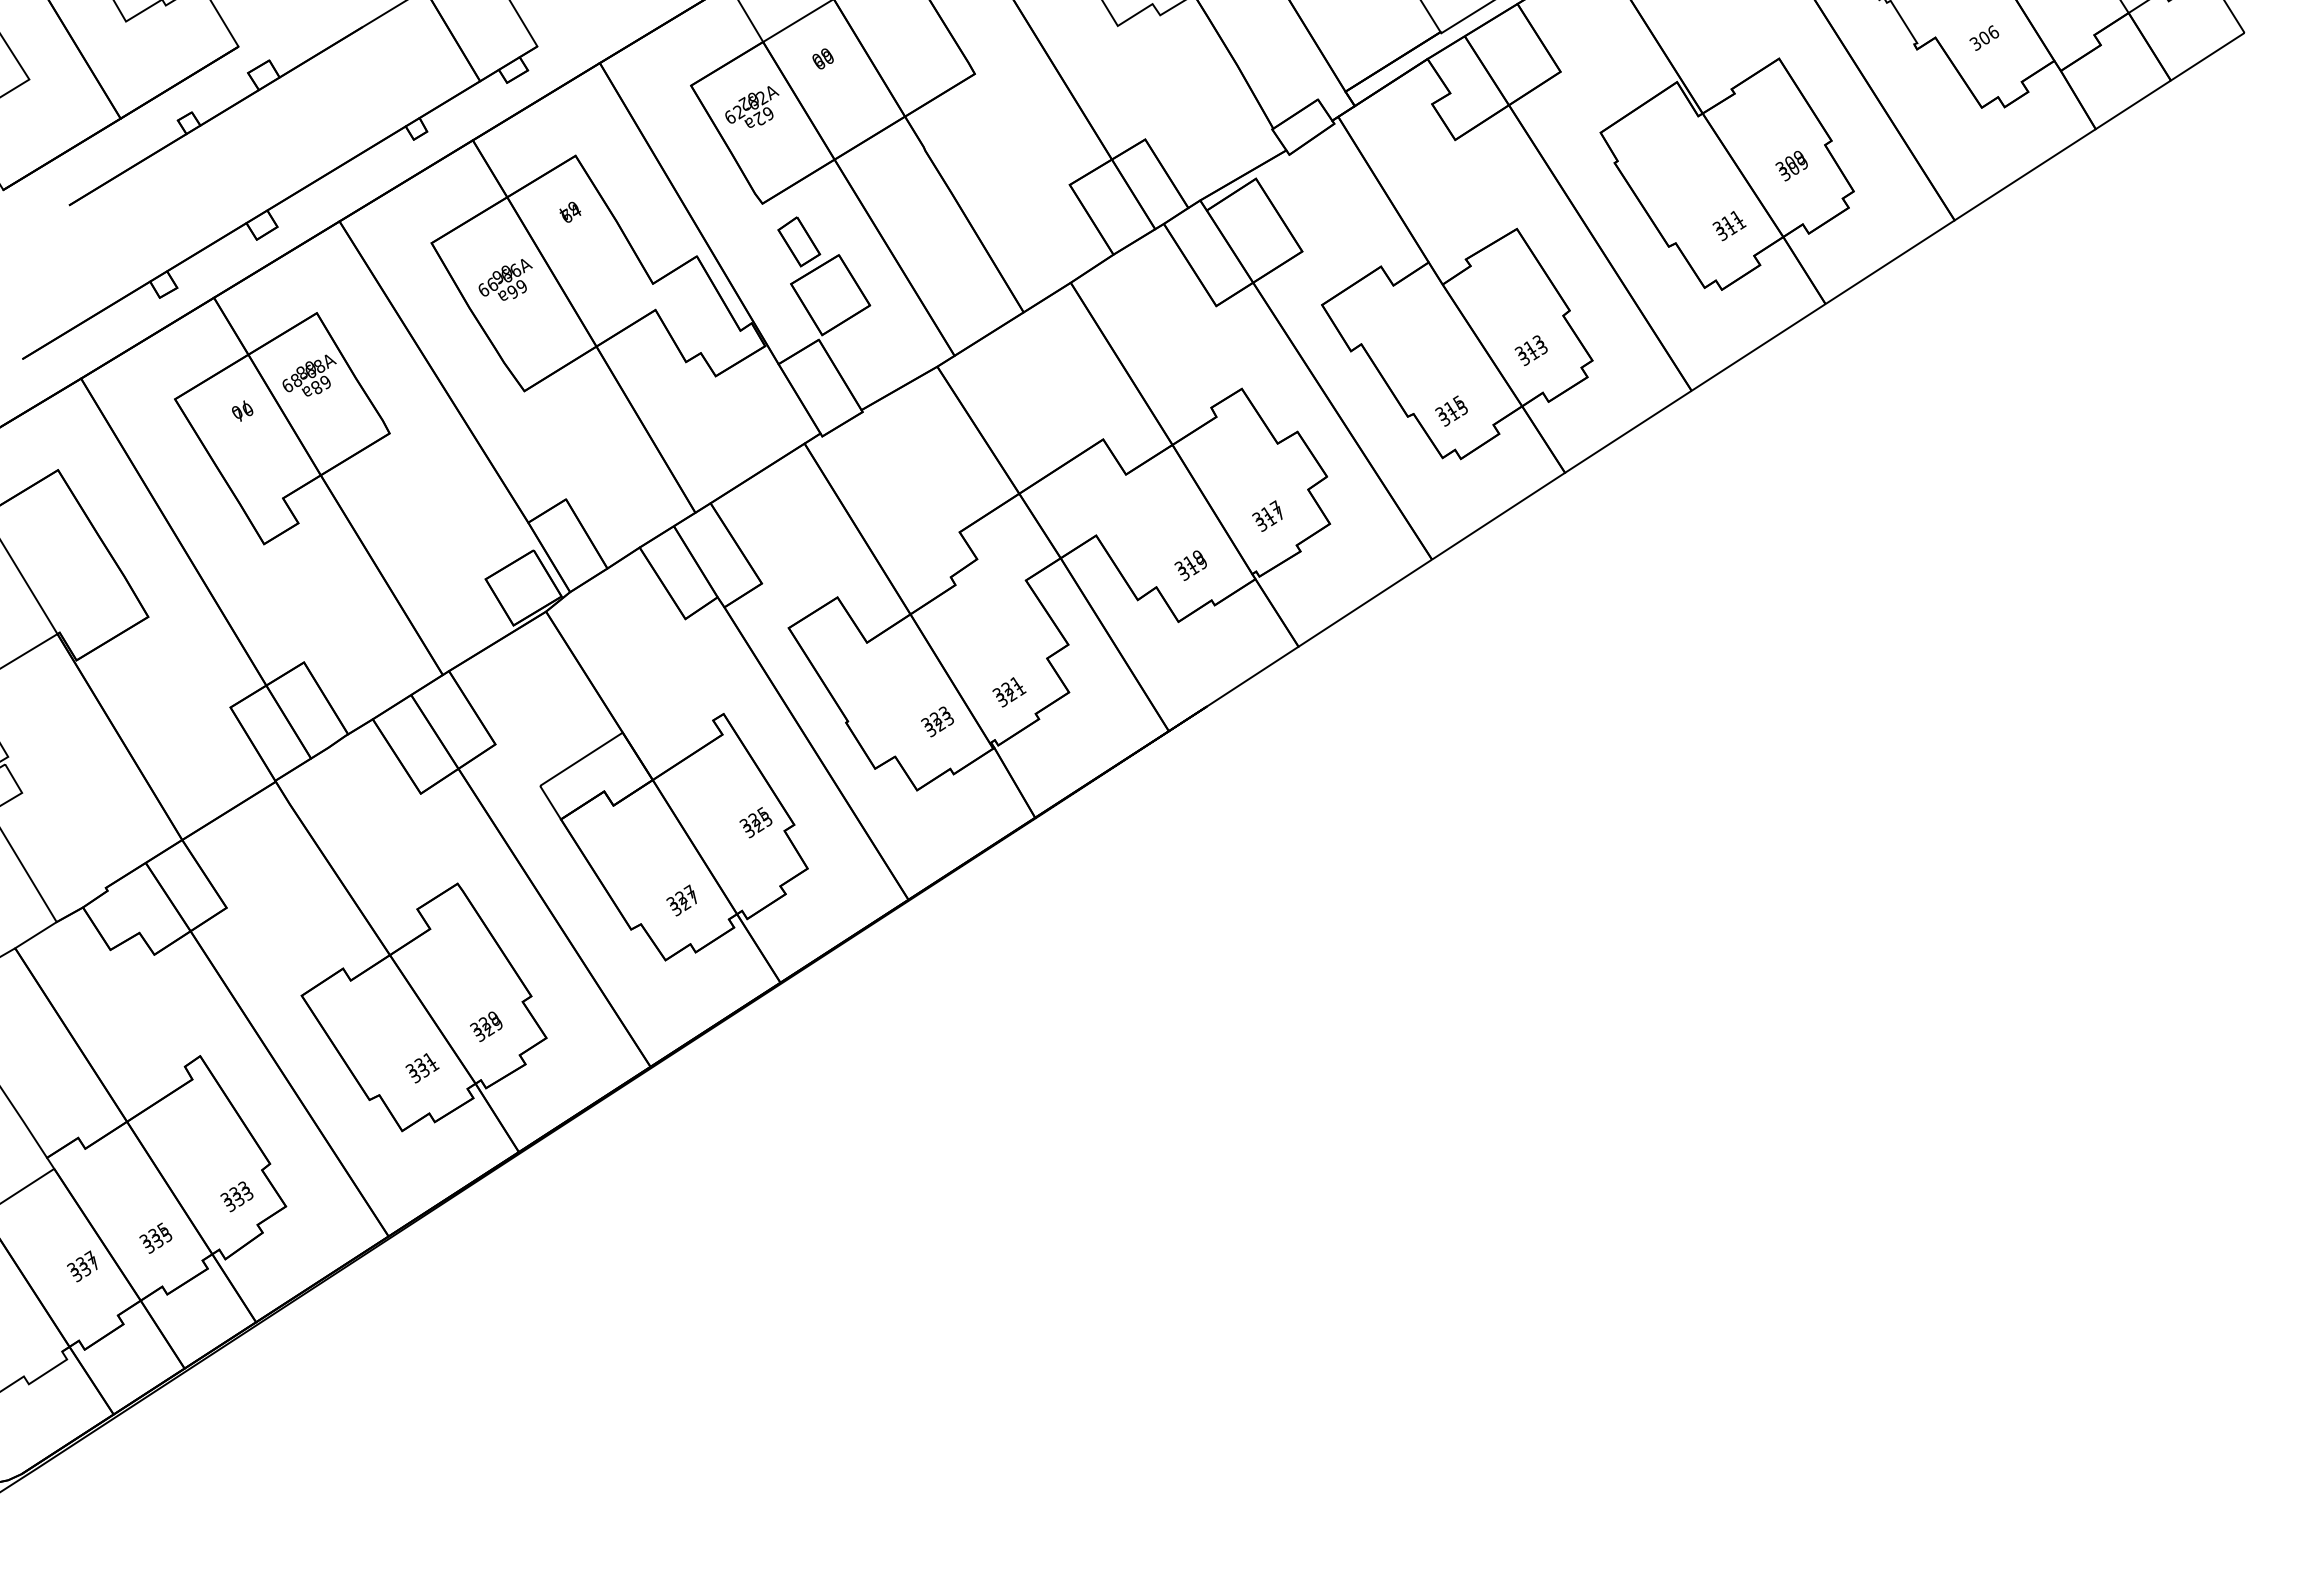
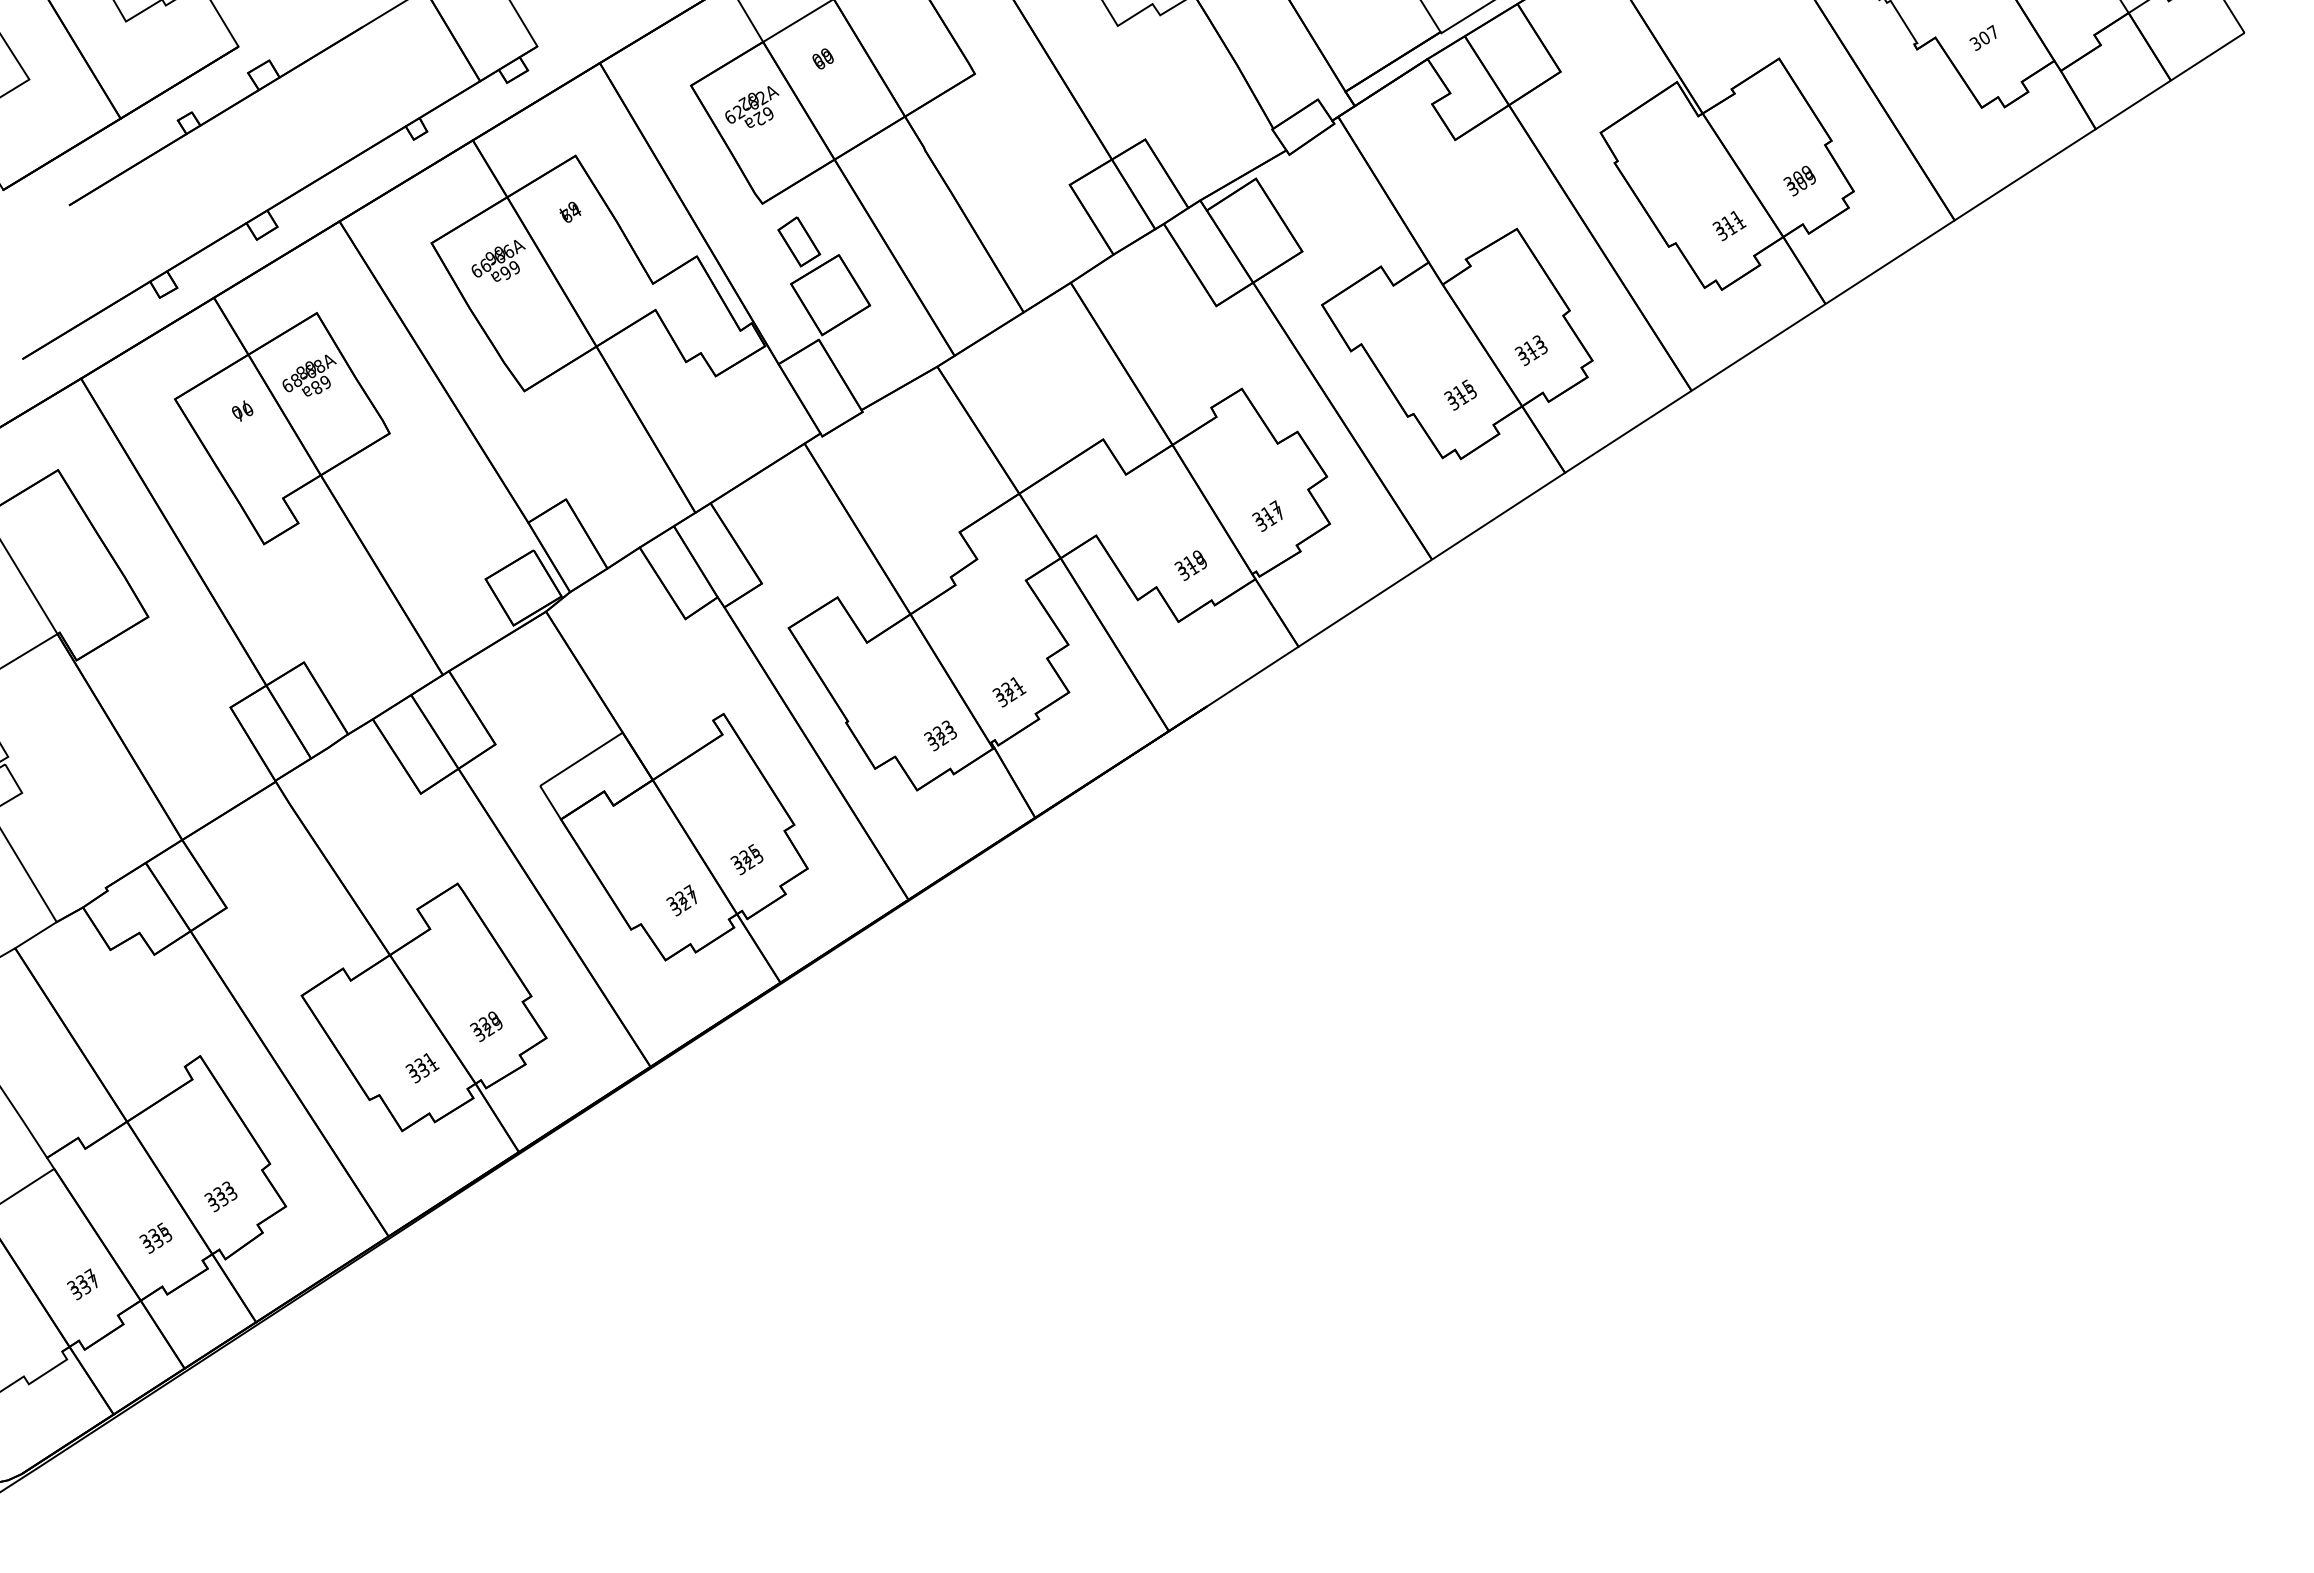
text at (1992, 31): 306 -> 307
text at (1791, 166) position: (1791, 166) -> (1799, 181)
text at (505, 279) position: (505, 279) -> (498, 260)
text at (1451, 410) position: (1451, 410) -> (1460, 394)
text at (937, 721) position: (937, 721) -> (940, 735)
text at (755, 822) position: (755, 822) -> (746, 859)
text at (236, 1196) position: (236, 1196) -> (220, 1196)
text at (82, 1266) position: (82, 1266) -> (82, 1284)
